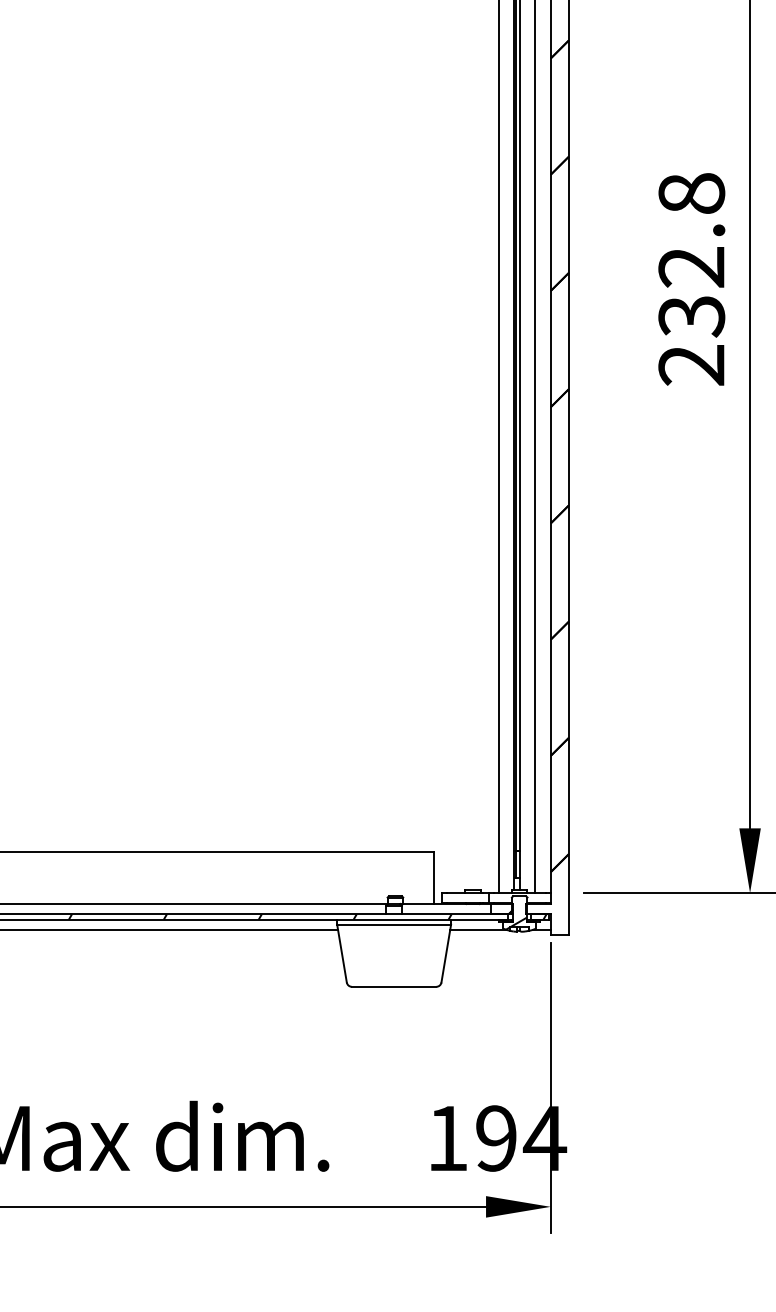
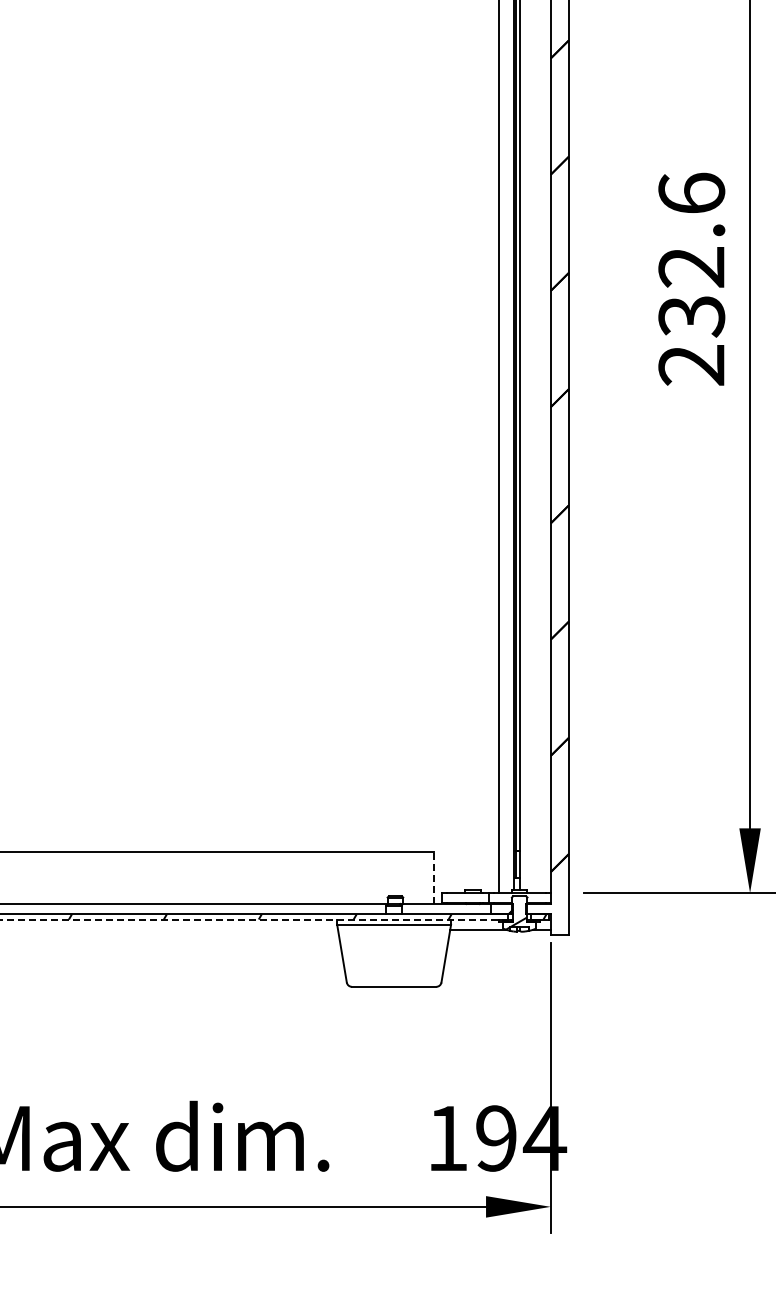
text at (691, 192): 232.8 -> 232.6
line at (535, 447): present -> none
line at (434, 878): solid -> dashed
line at (254, 919): solid -> dashed
line at (170, 929): present -> none
